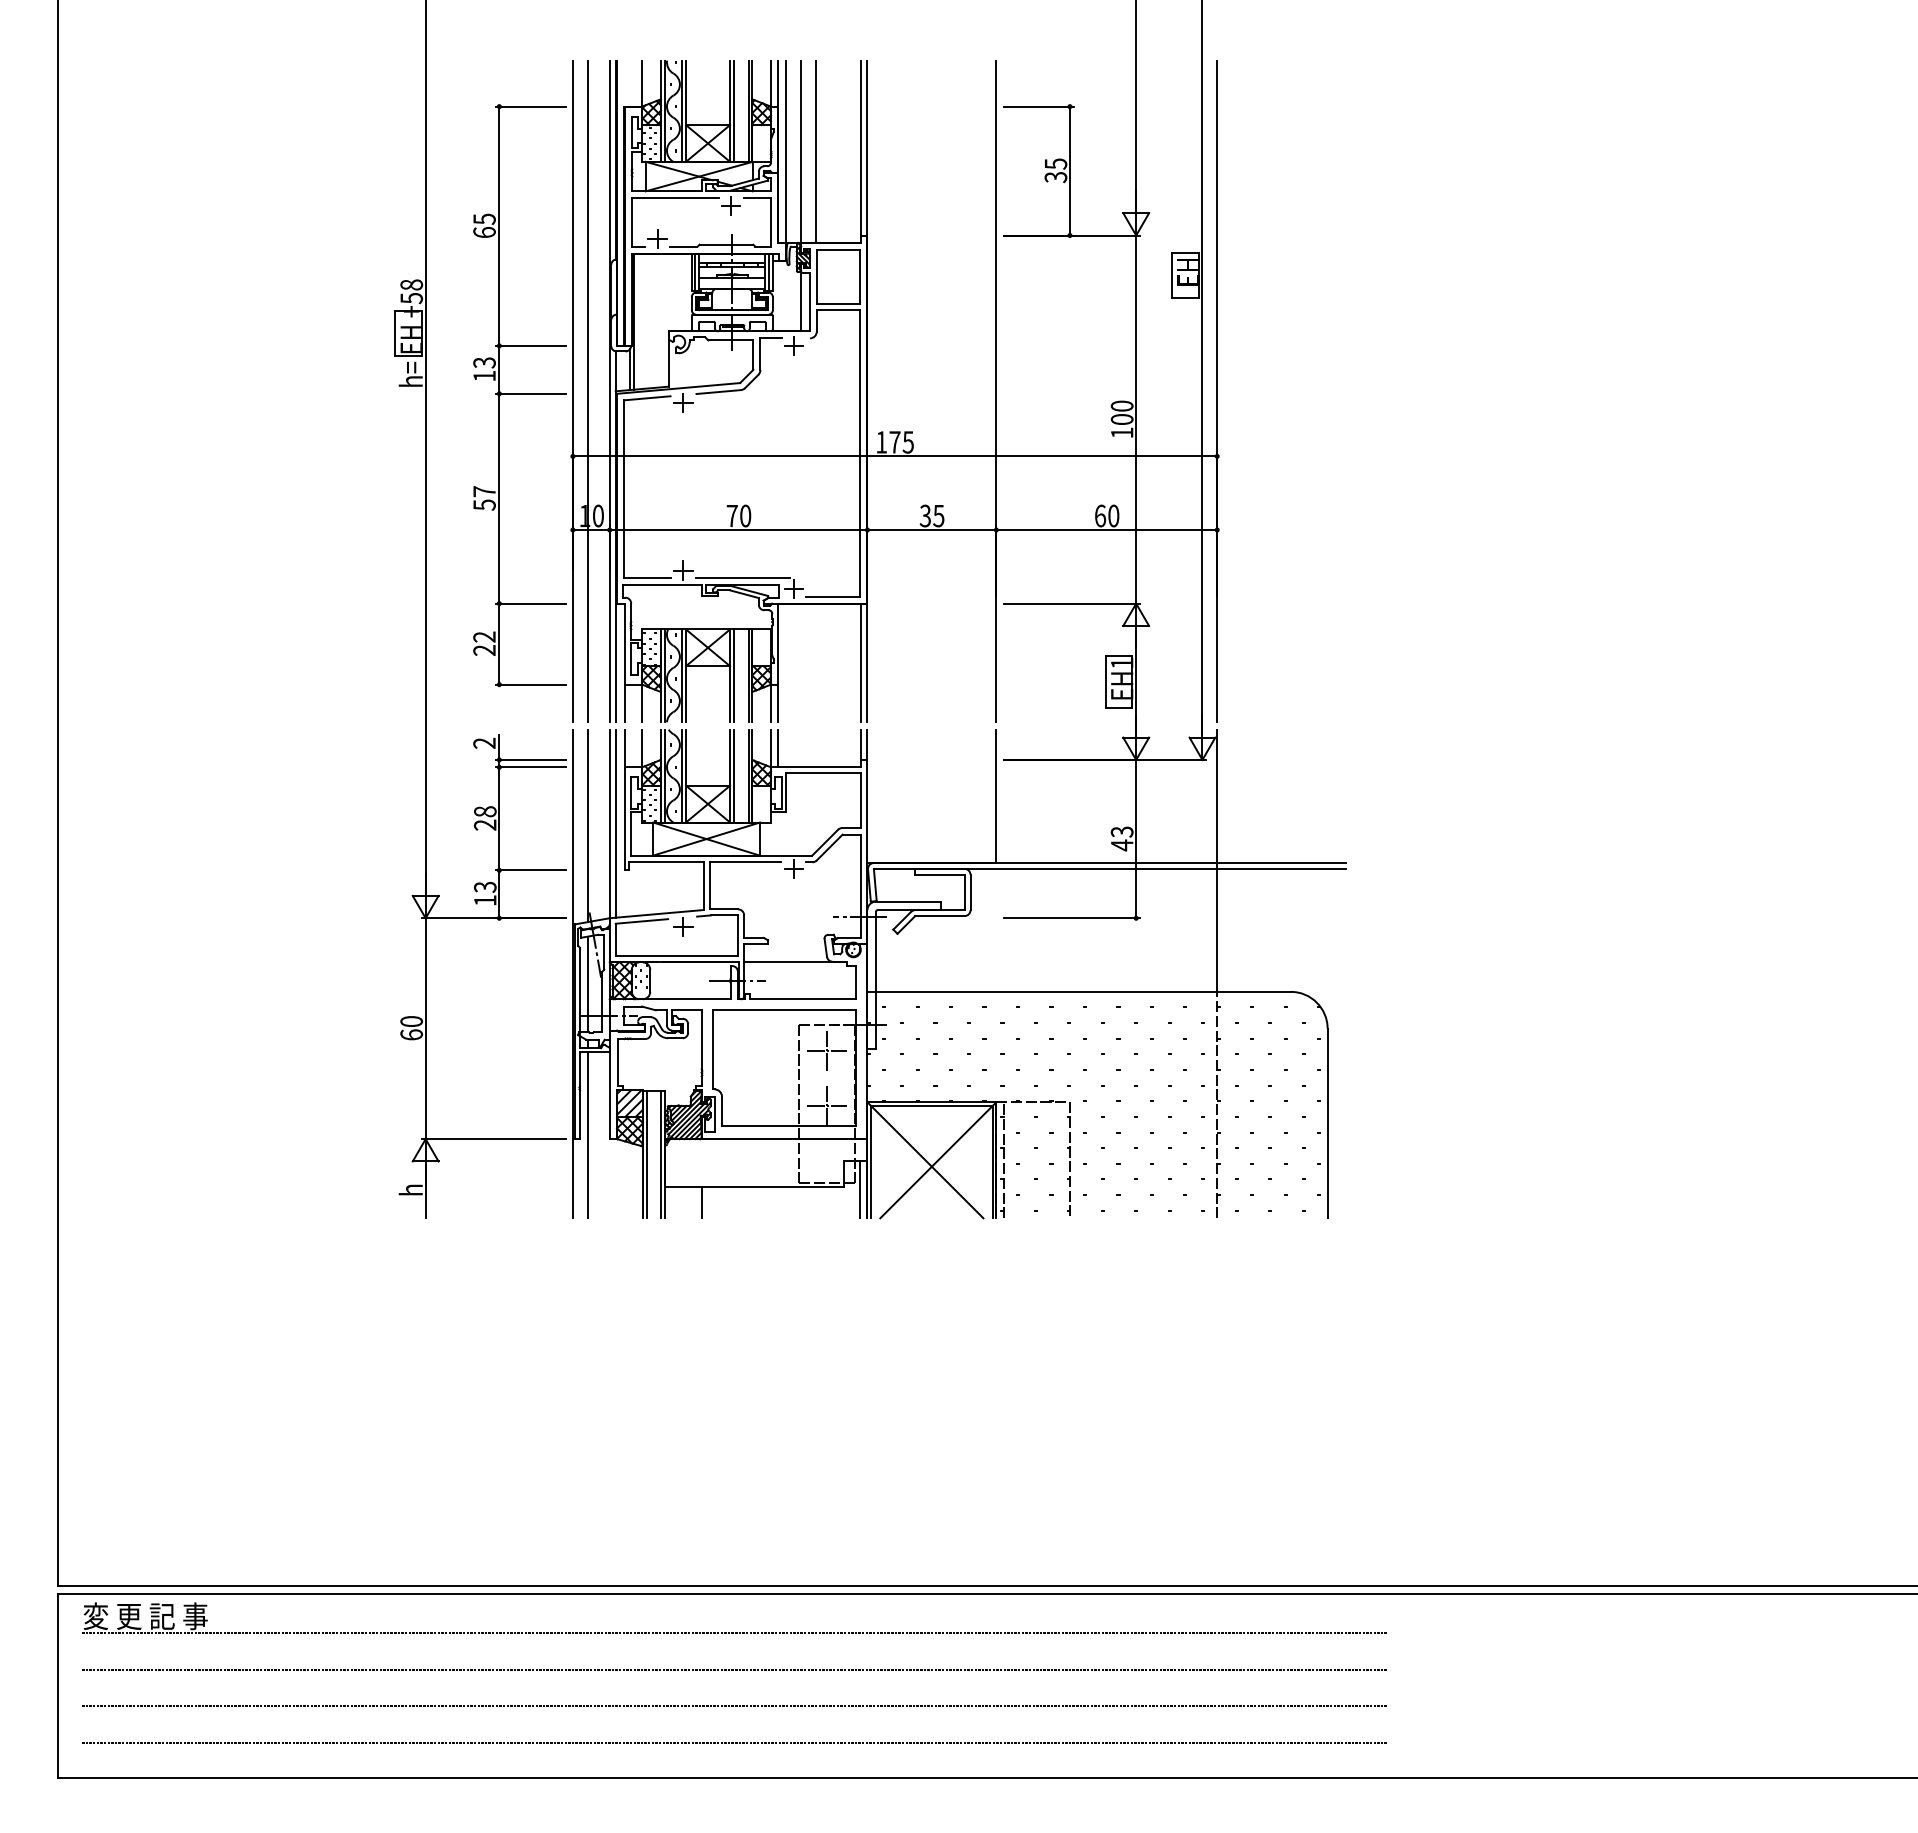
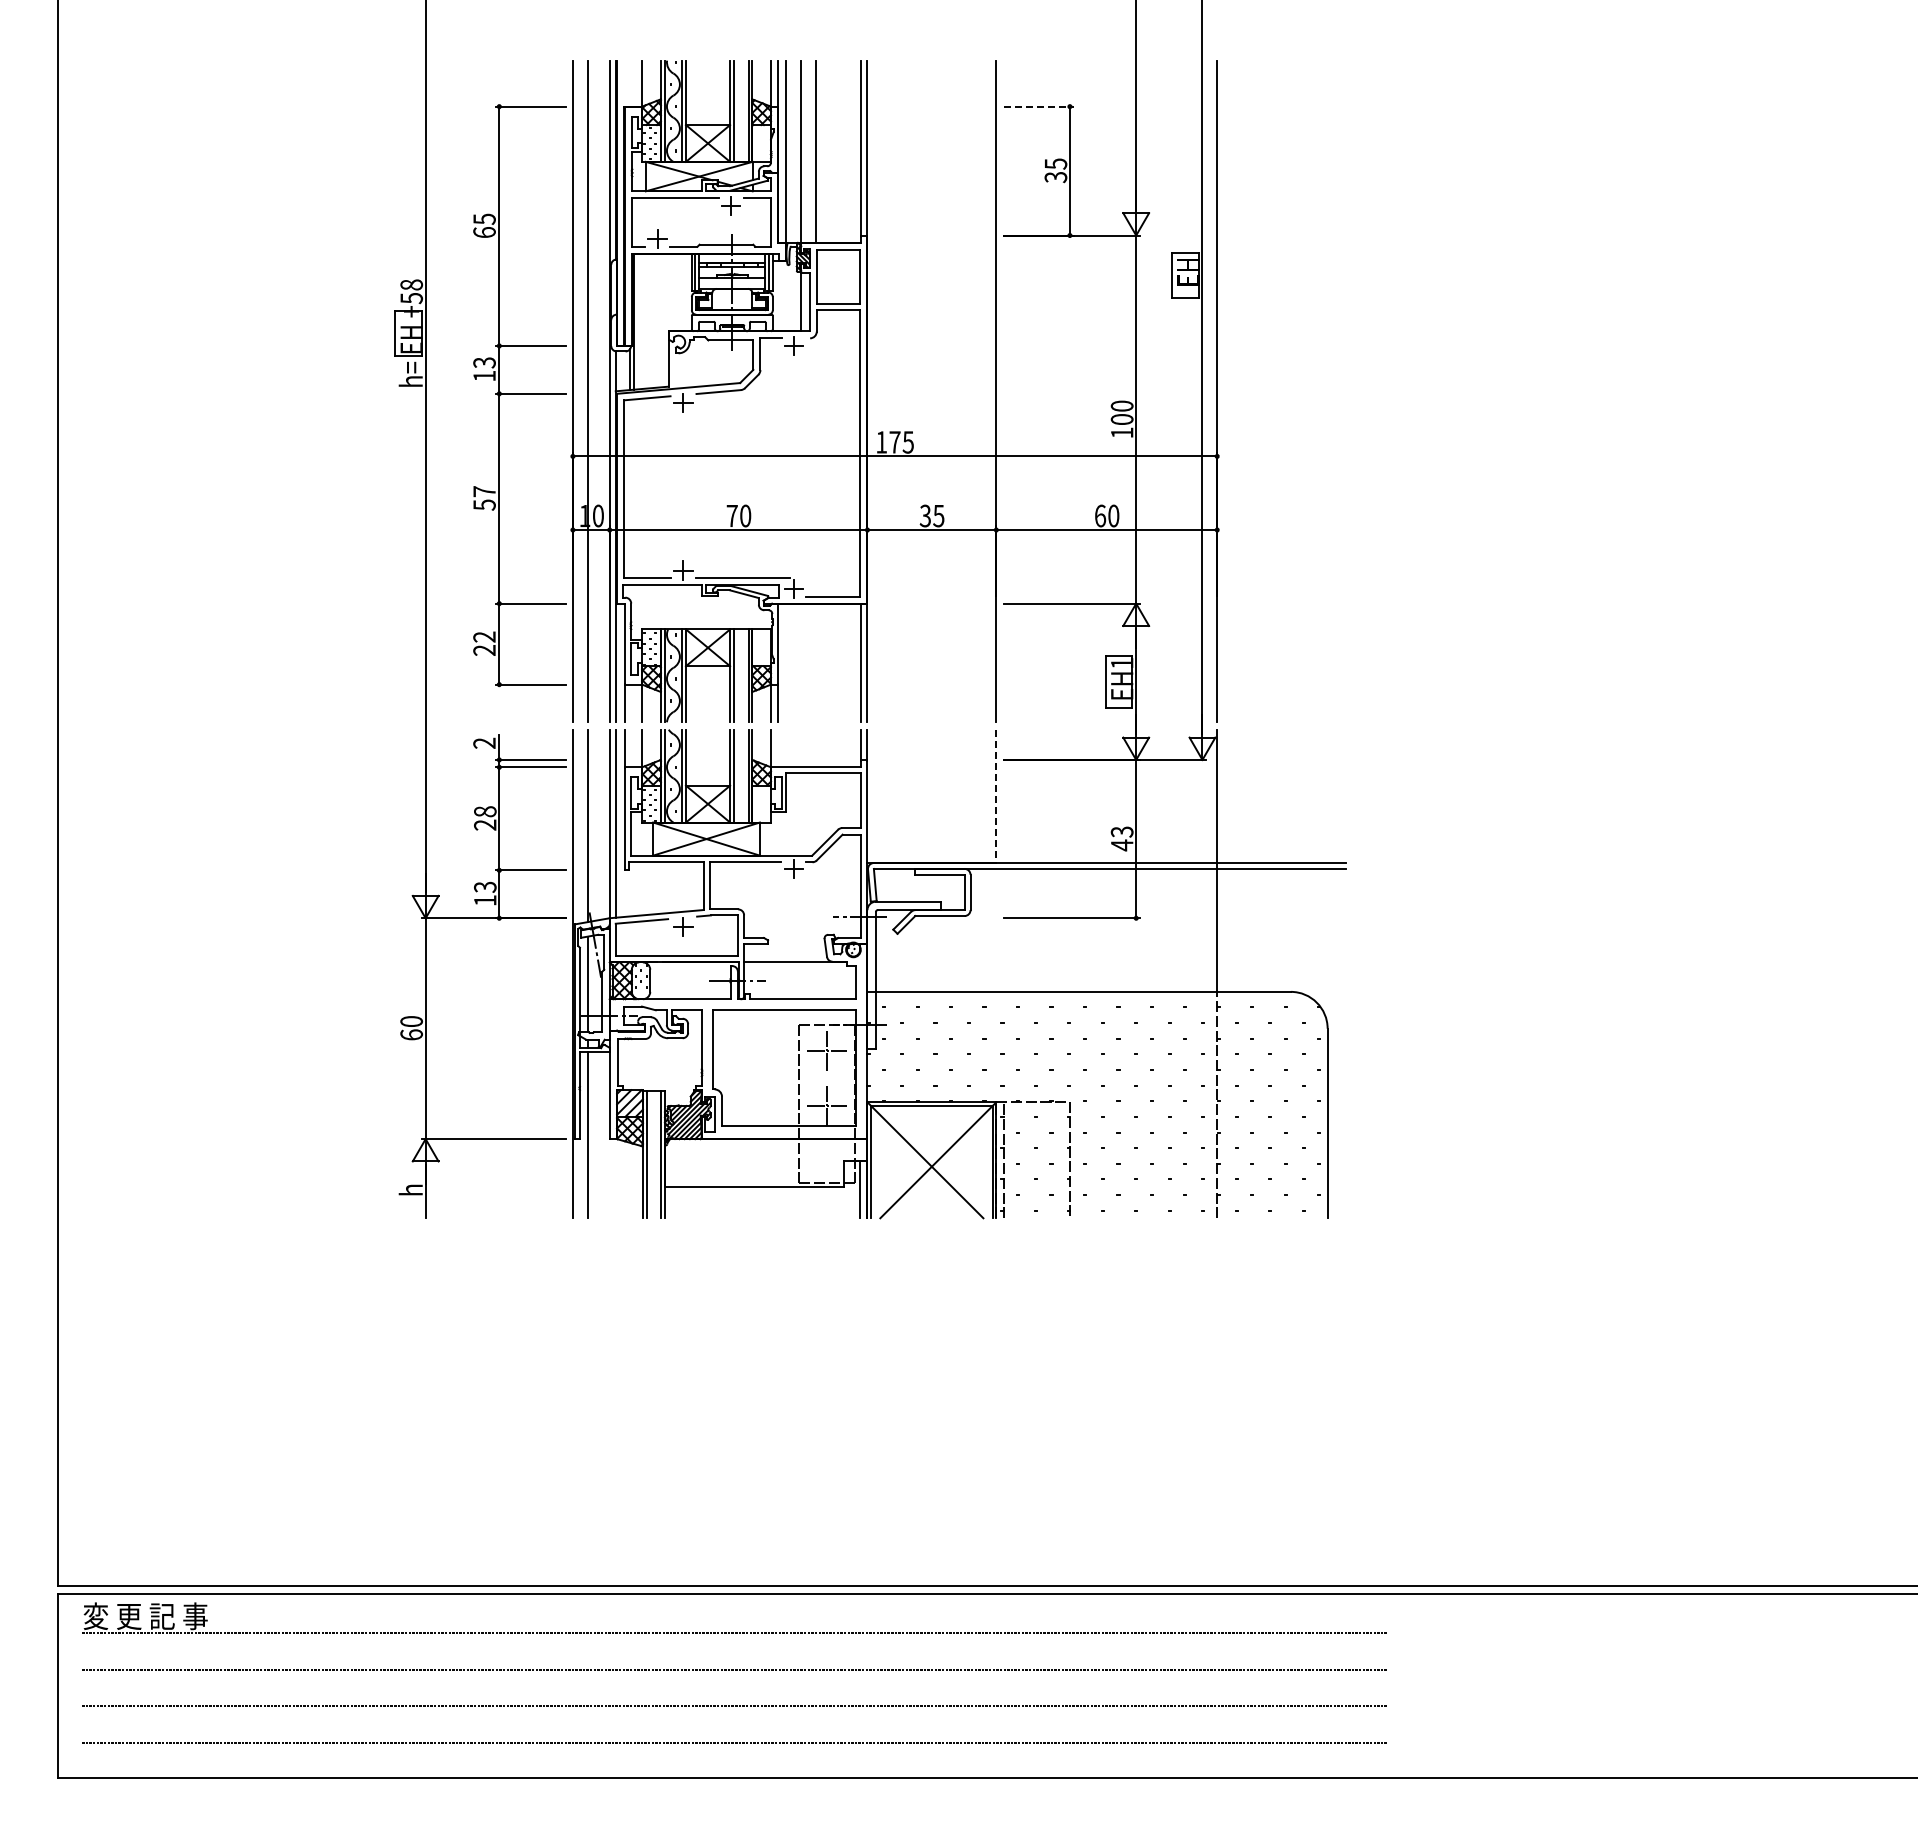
line at (1038, 106): solid -> dashed
line at (778, 748): present -> none
line at (996, 796): solid -> dashed
line at (701, 1202): present -> none
